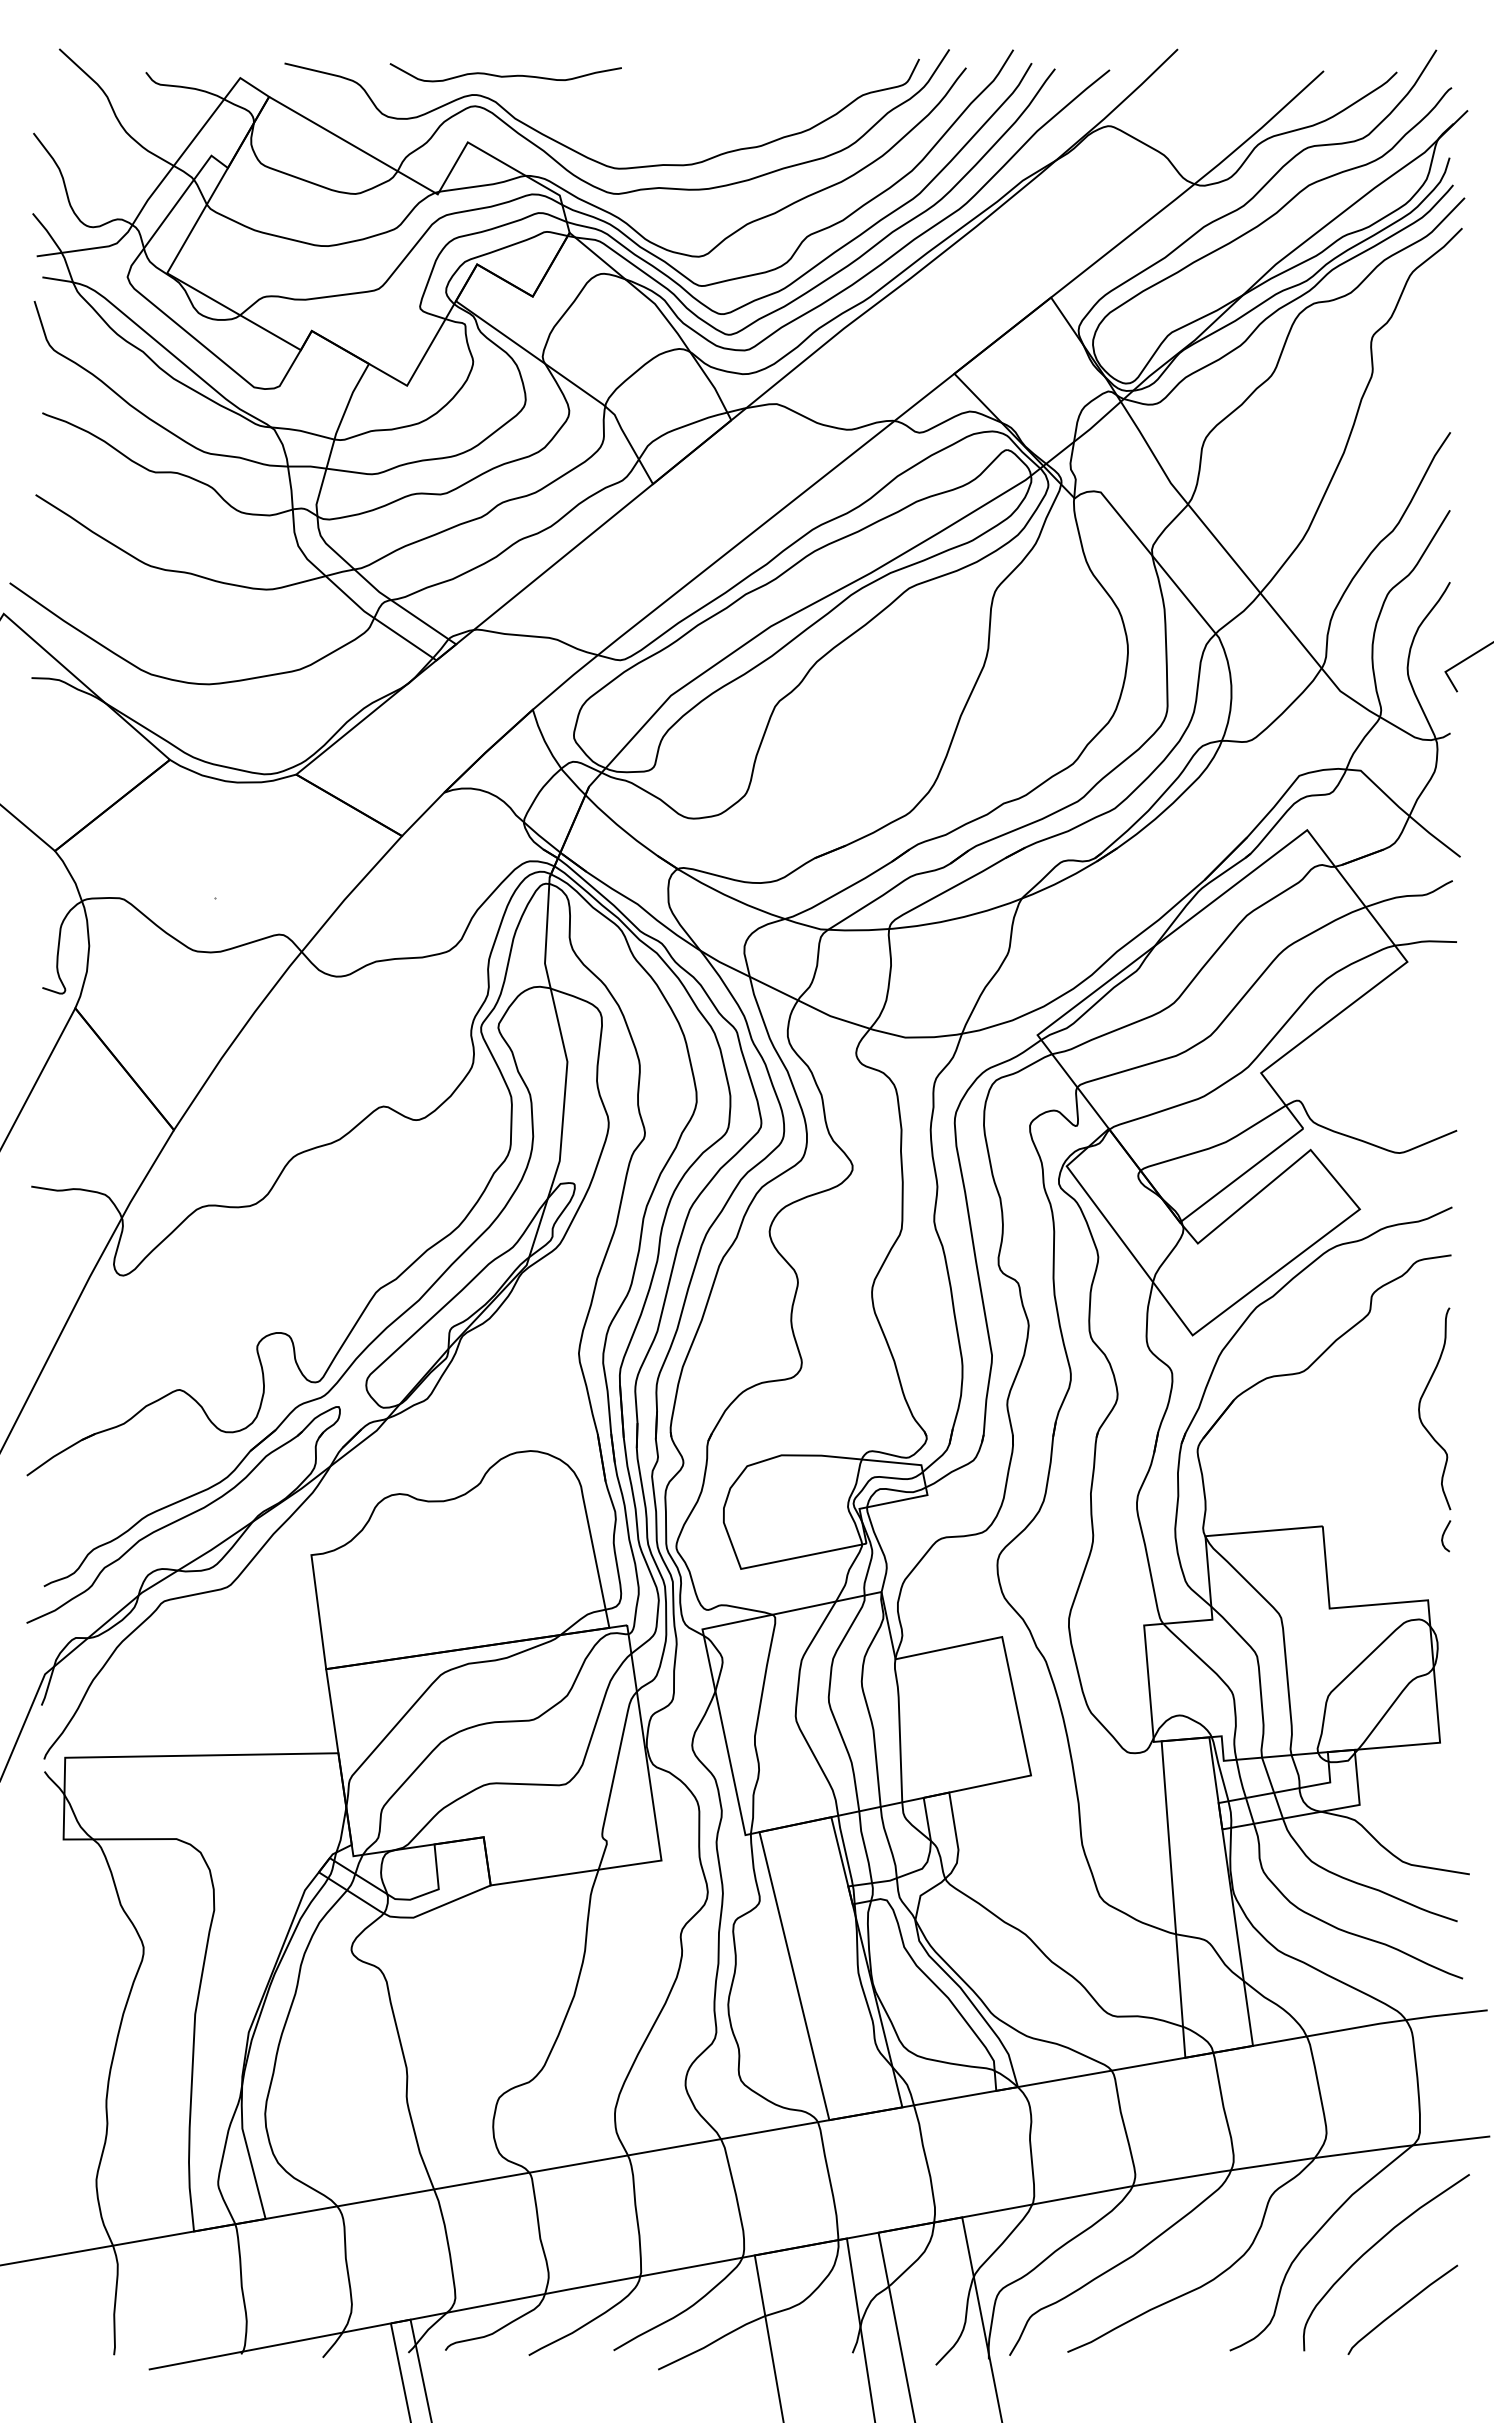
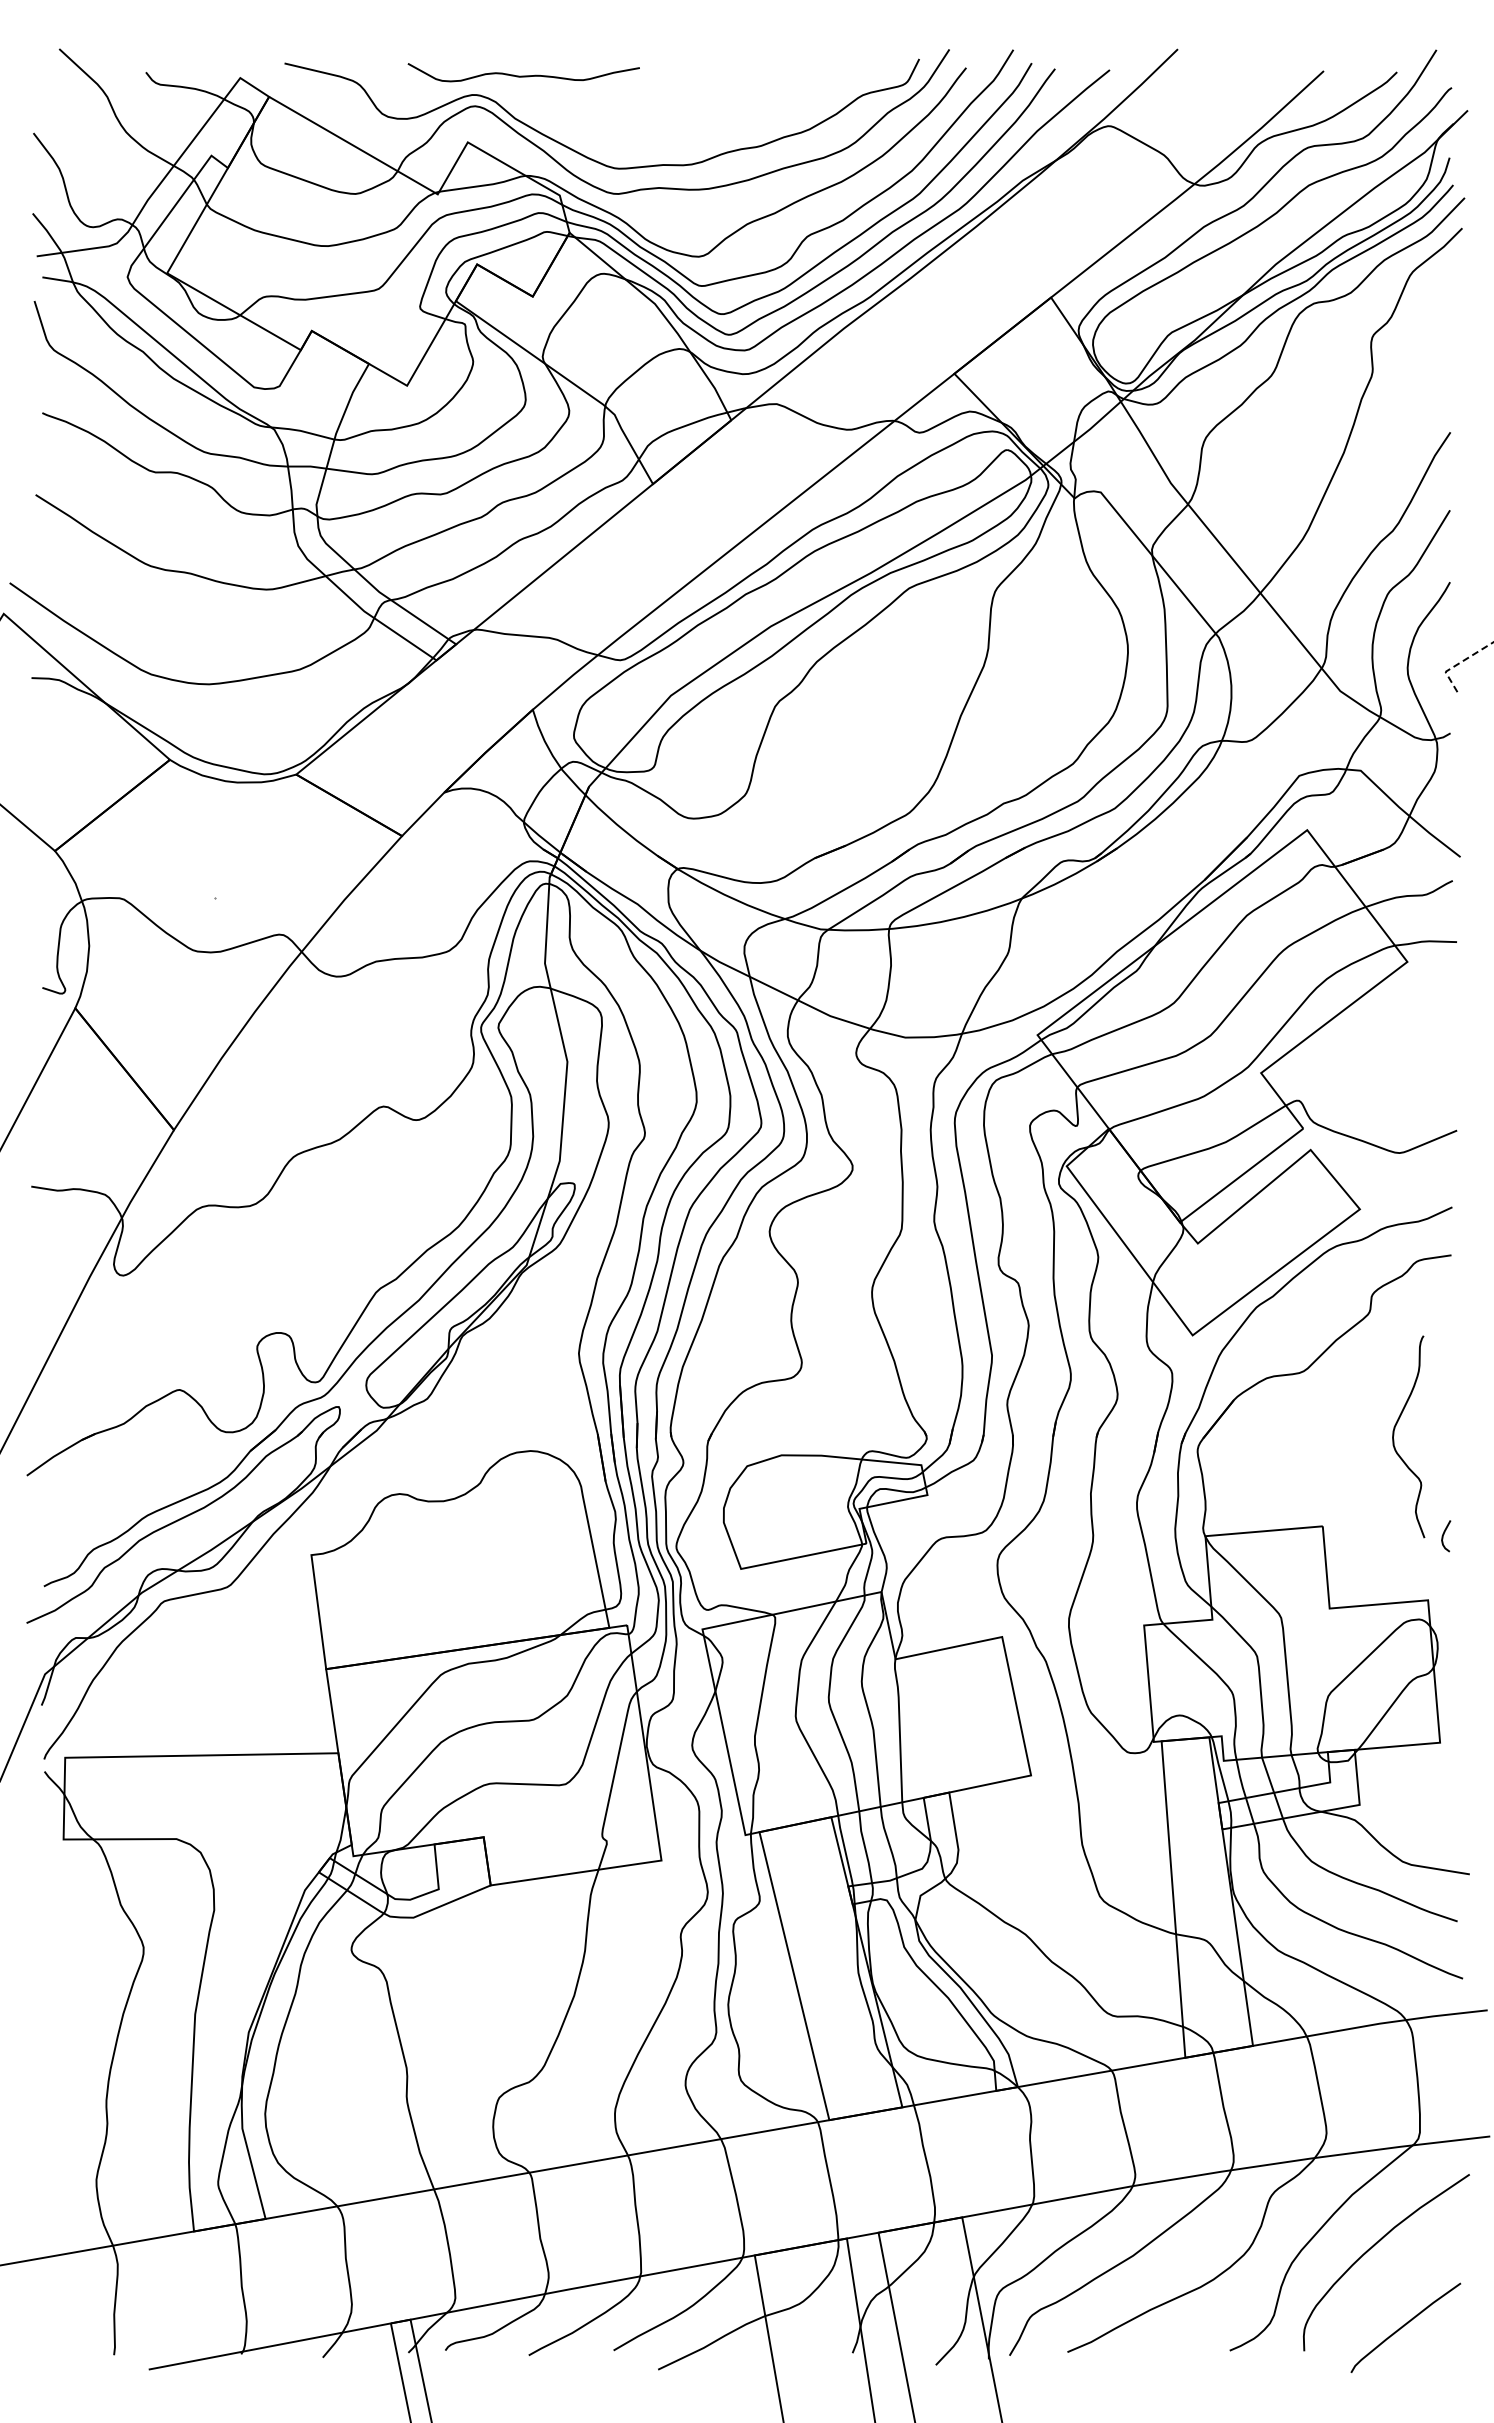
curve at (505, 75) position: (505, 75) -> (523, 75)
line at (1458, 663): solid -> dashed
curve at (1420, 1407) position: (1420, 1407) -> (1394, 1435)
curve at (1401, 2308) position: (1401, 2308) -> (1404, 2326)
